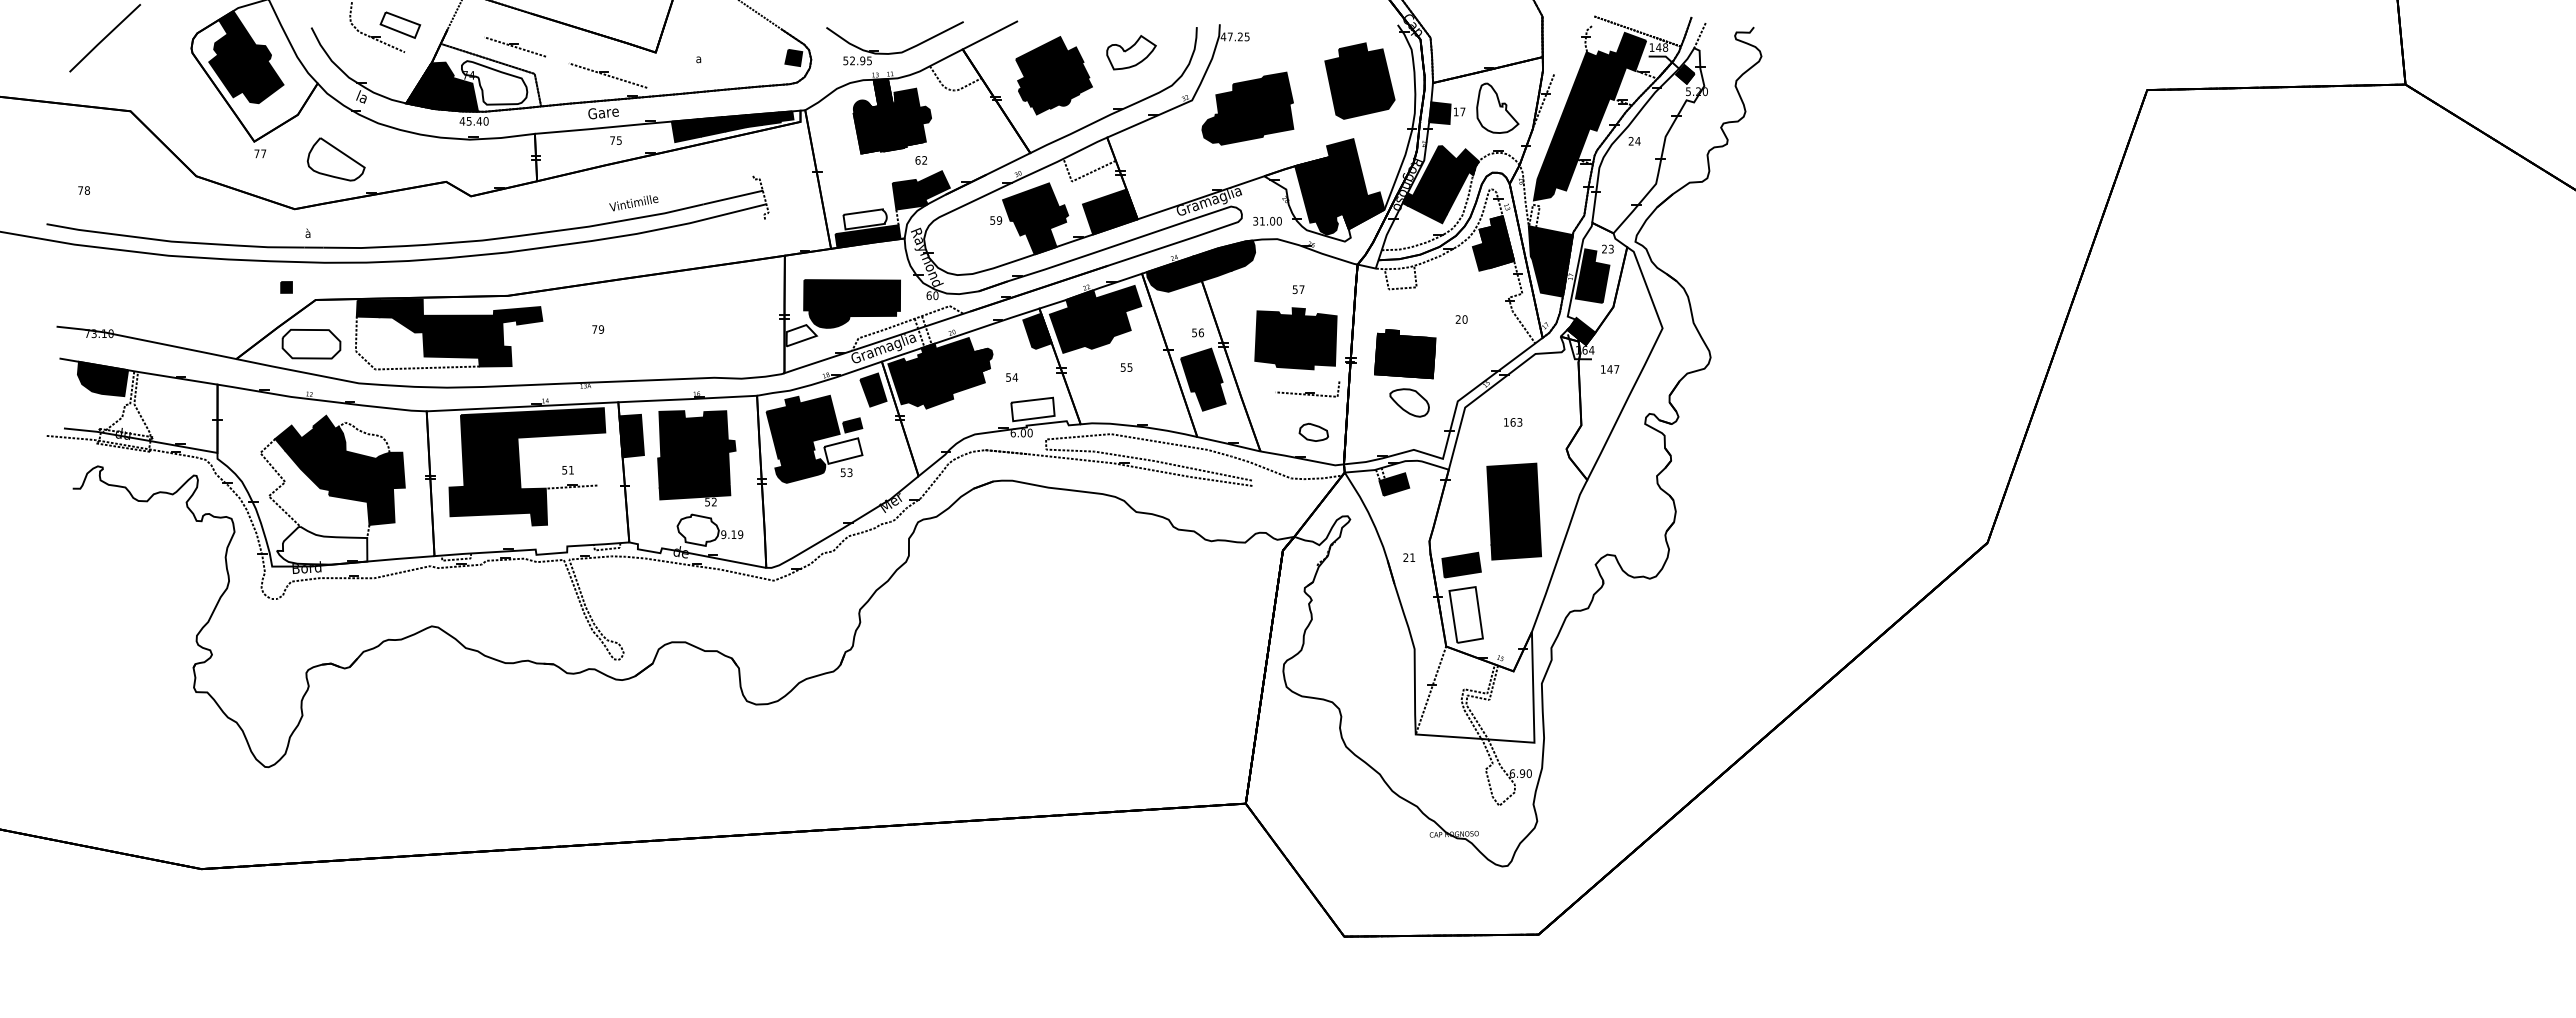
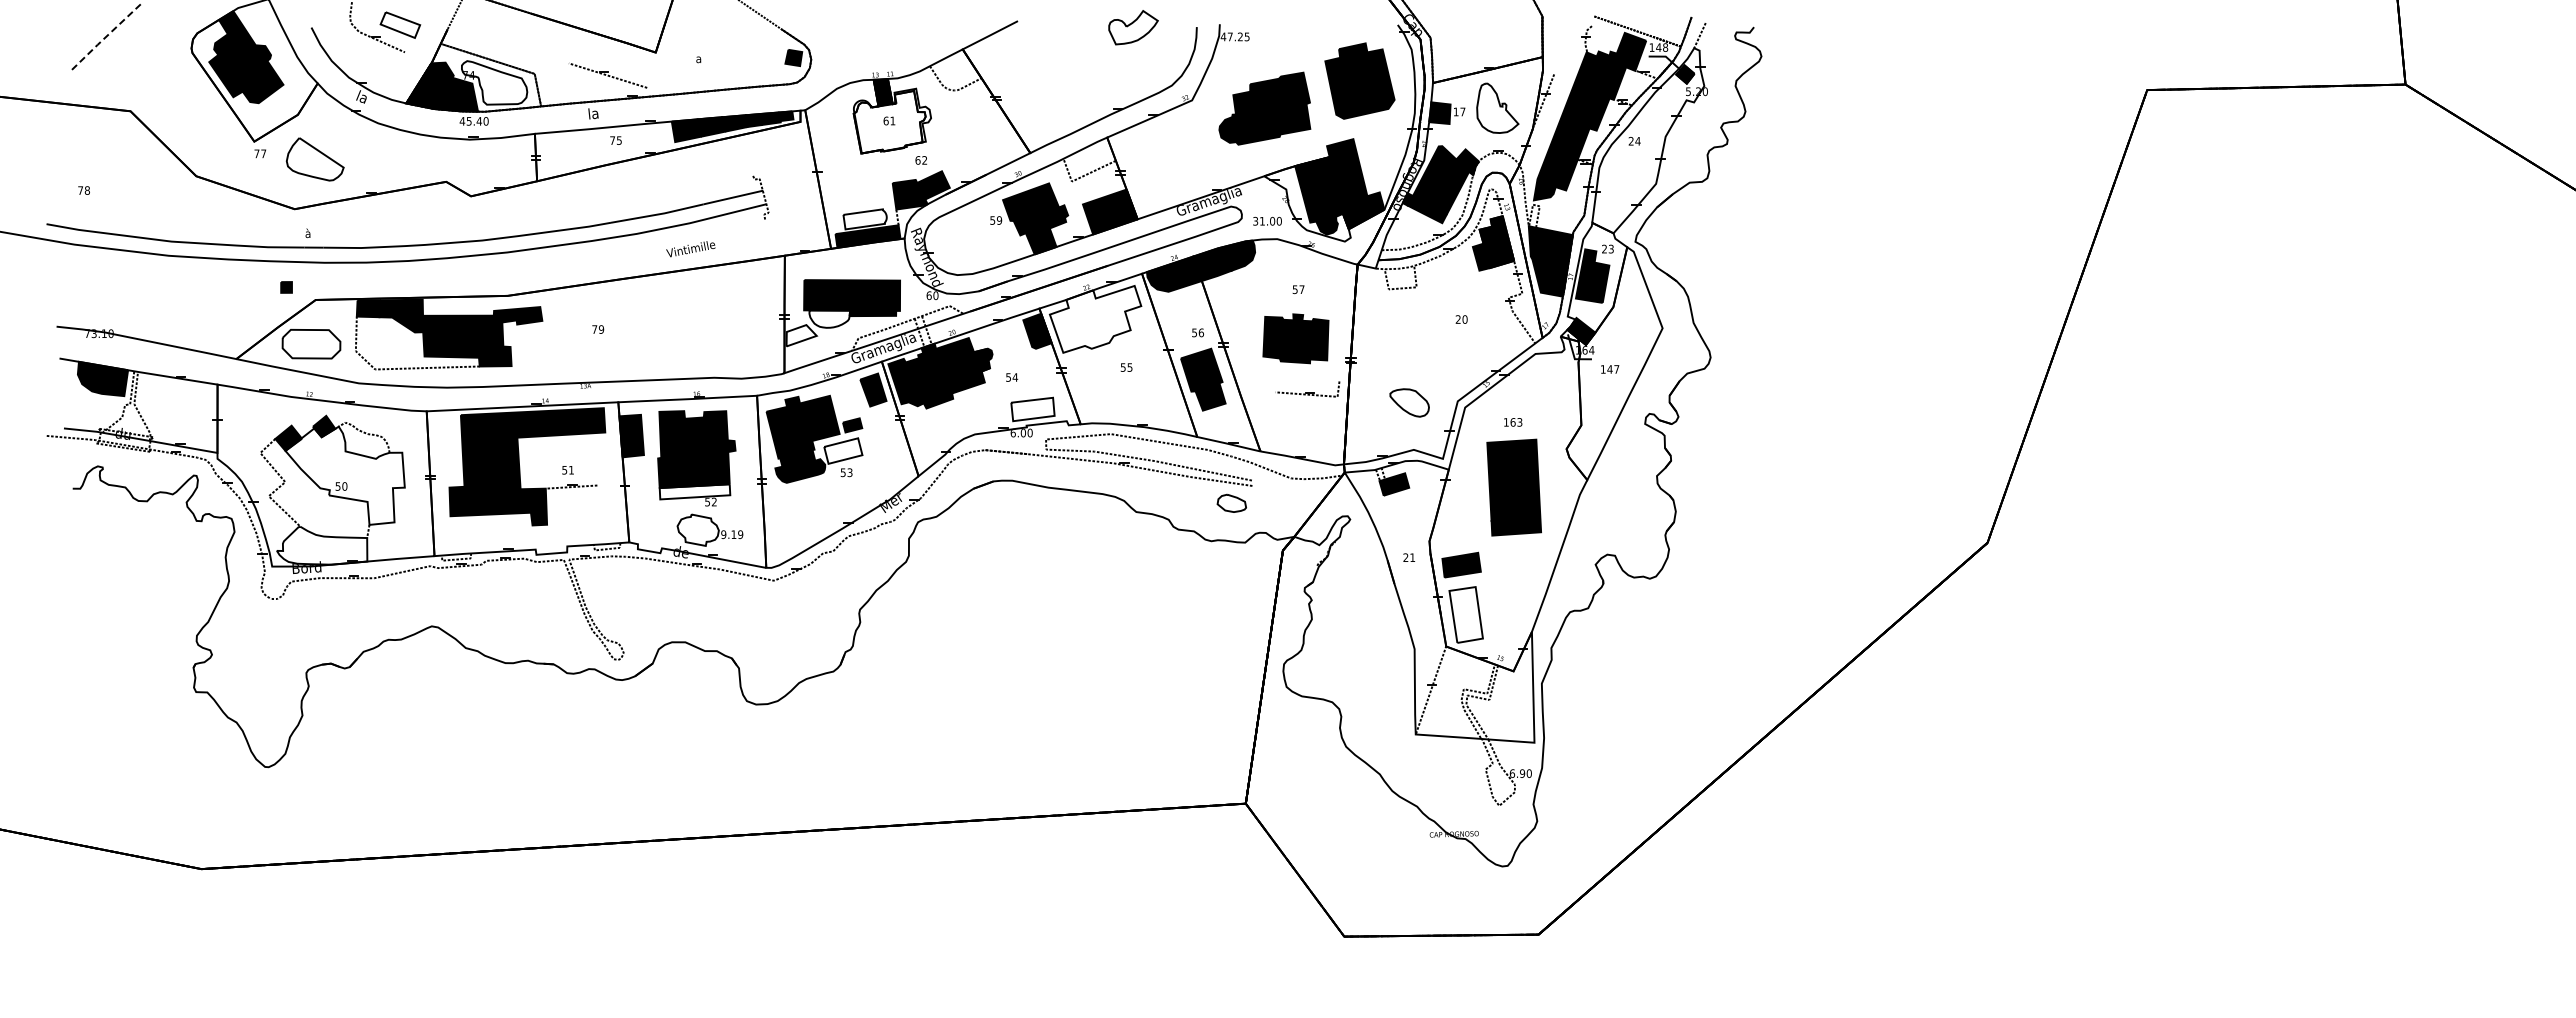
line at (104, 38): solid -> dashed
part at (515, 47): present -> none
part at (894, 52): present -> none
part at (1131, 52) position: (1131, 52) -> (1133, 27)
part at (1053, 75): present -> none
part at (1247, 108) position: (1247, 108) -> (1264, 108)
text at (603, 113): Gare -> la
fill at (892, 120): present -> none
part at (335, 159) position: (335, 159) -> (314, 159)
text at (633, 203) position: (633, 203) -> (690, 249)
fill at (829, 318): present -> none
fill at (1095, 318): present -> none
part at (1295, 338) size: 84x64 px -> 68x52 px
part at (1405, 354): present -> none
part at (1313, 431) position: (1313, 431) -> (1231, 502)
fill at (344, 475): present -> none
fill at (694, 491): present -> none
part at (1513, 511) position: (1513, 511) -> (1513, 487)
